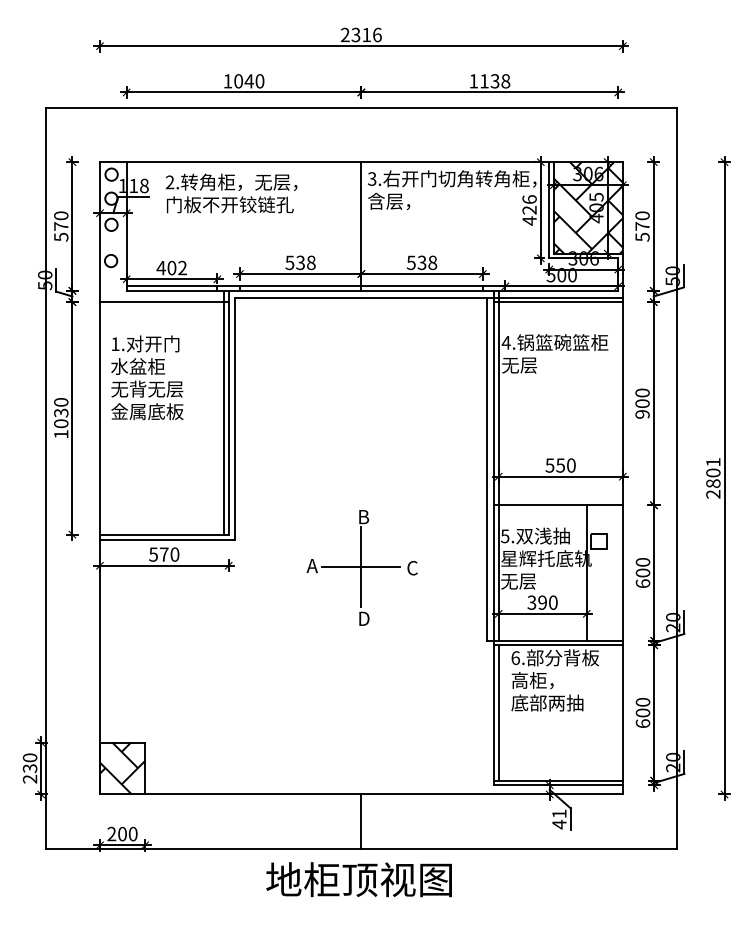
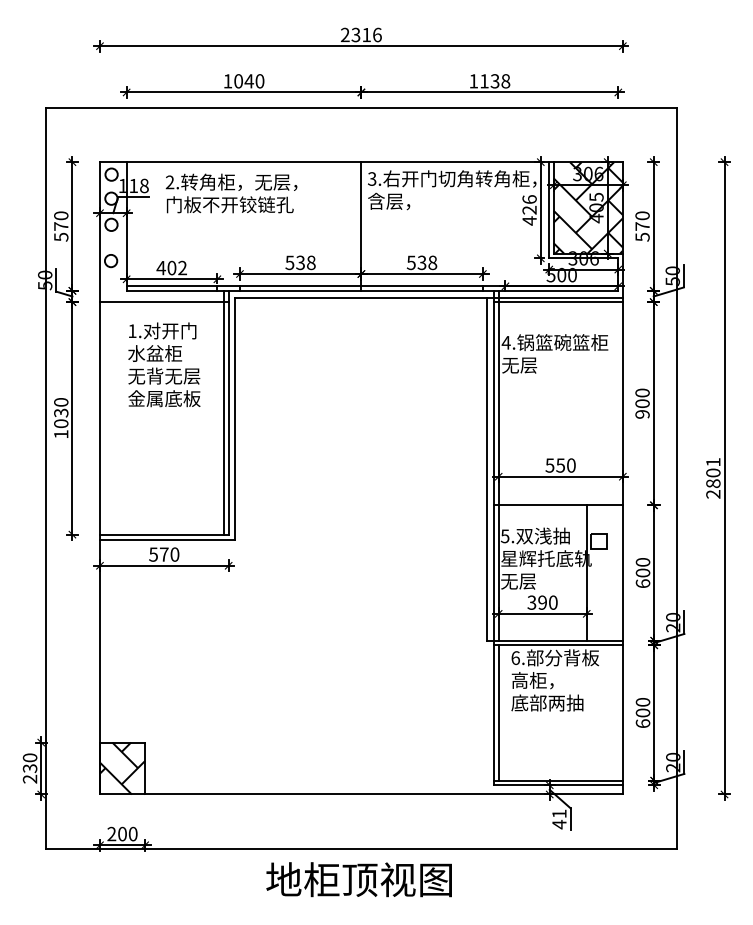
text at (147, 377) position: (147, 377) -> (164, 364)
part at (361, 567): present -> none
line at (361, 821): present -> none
